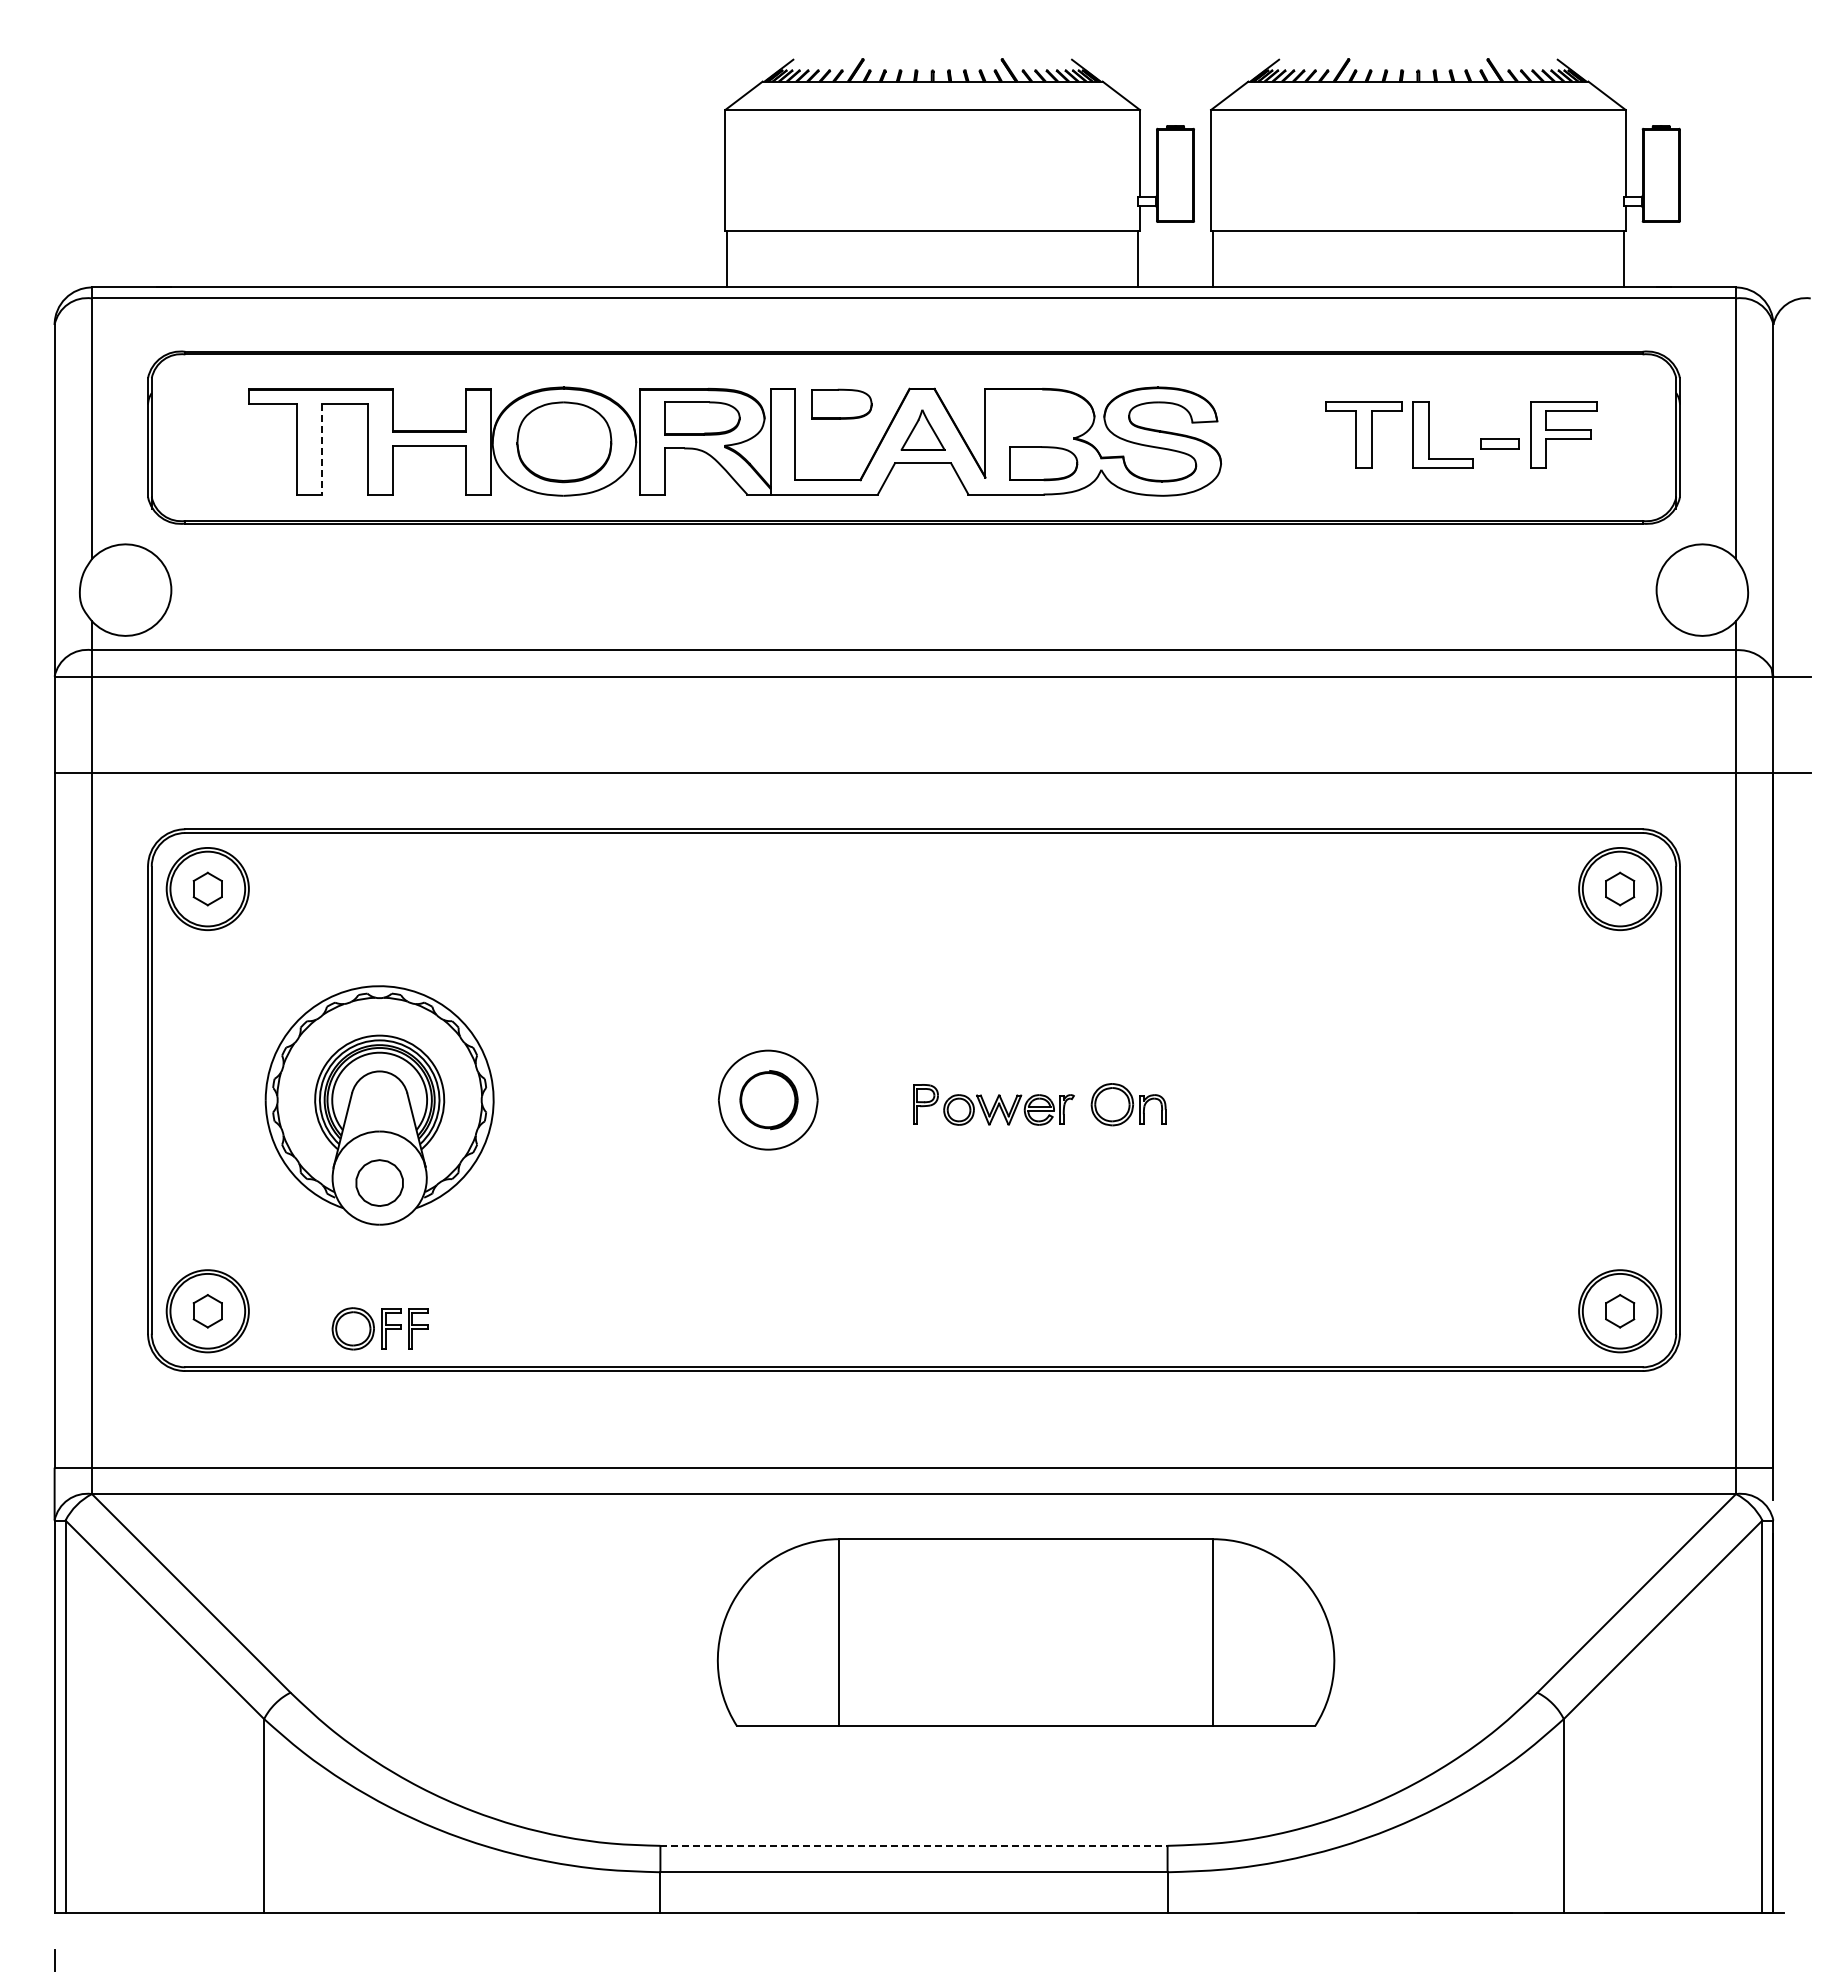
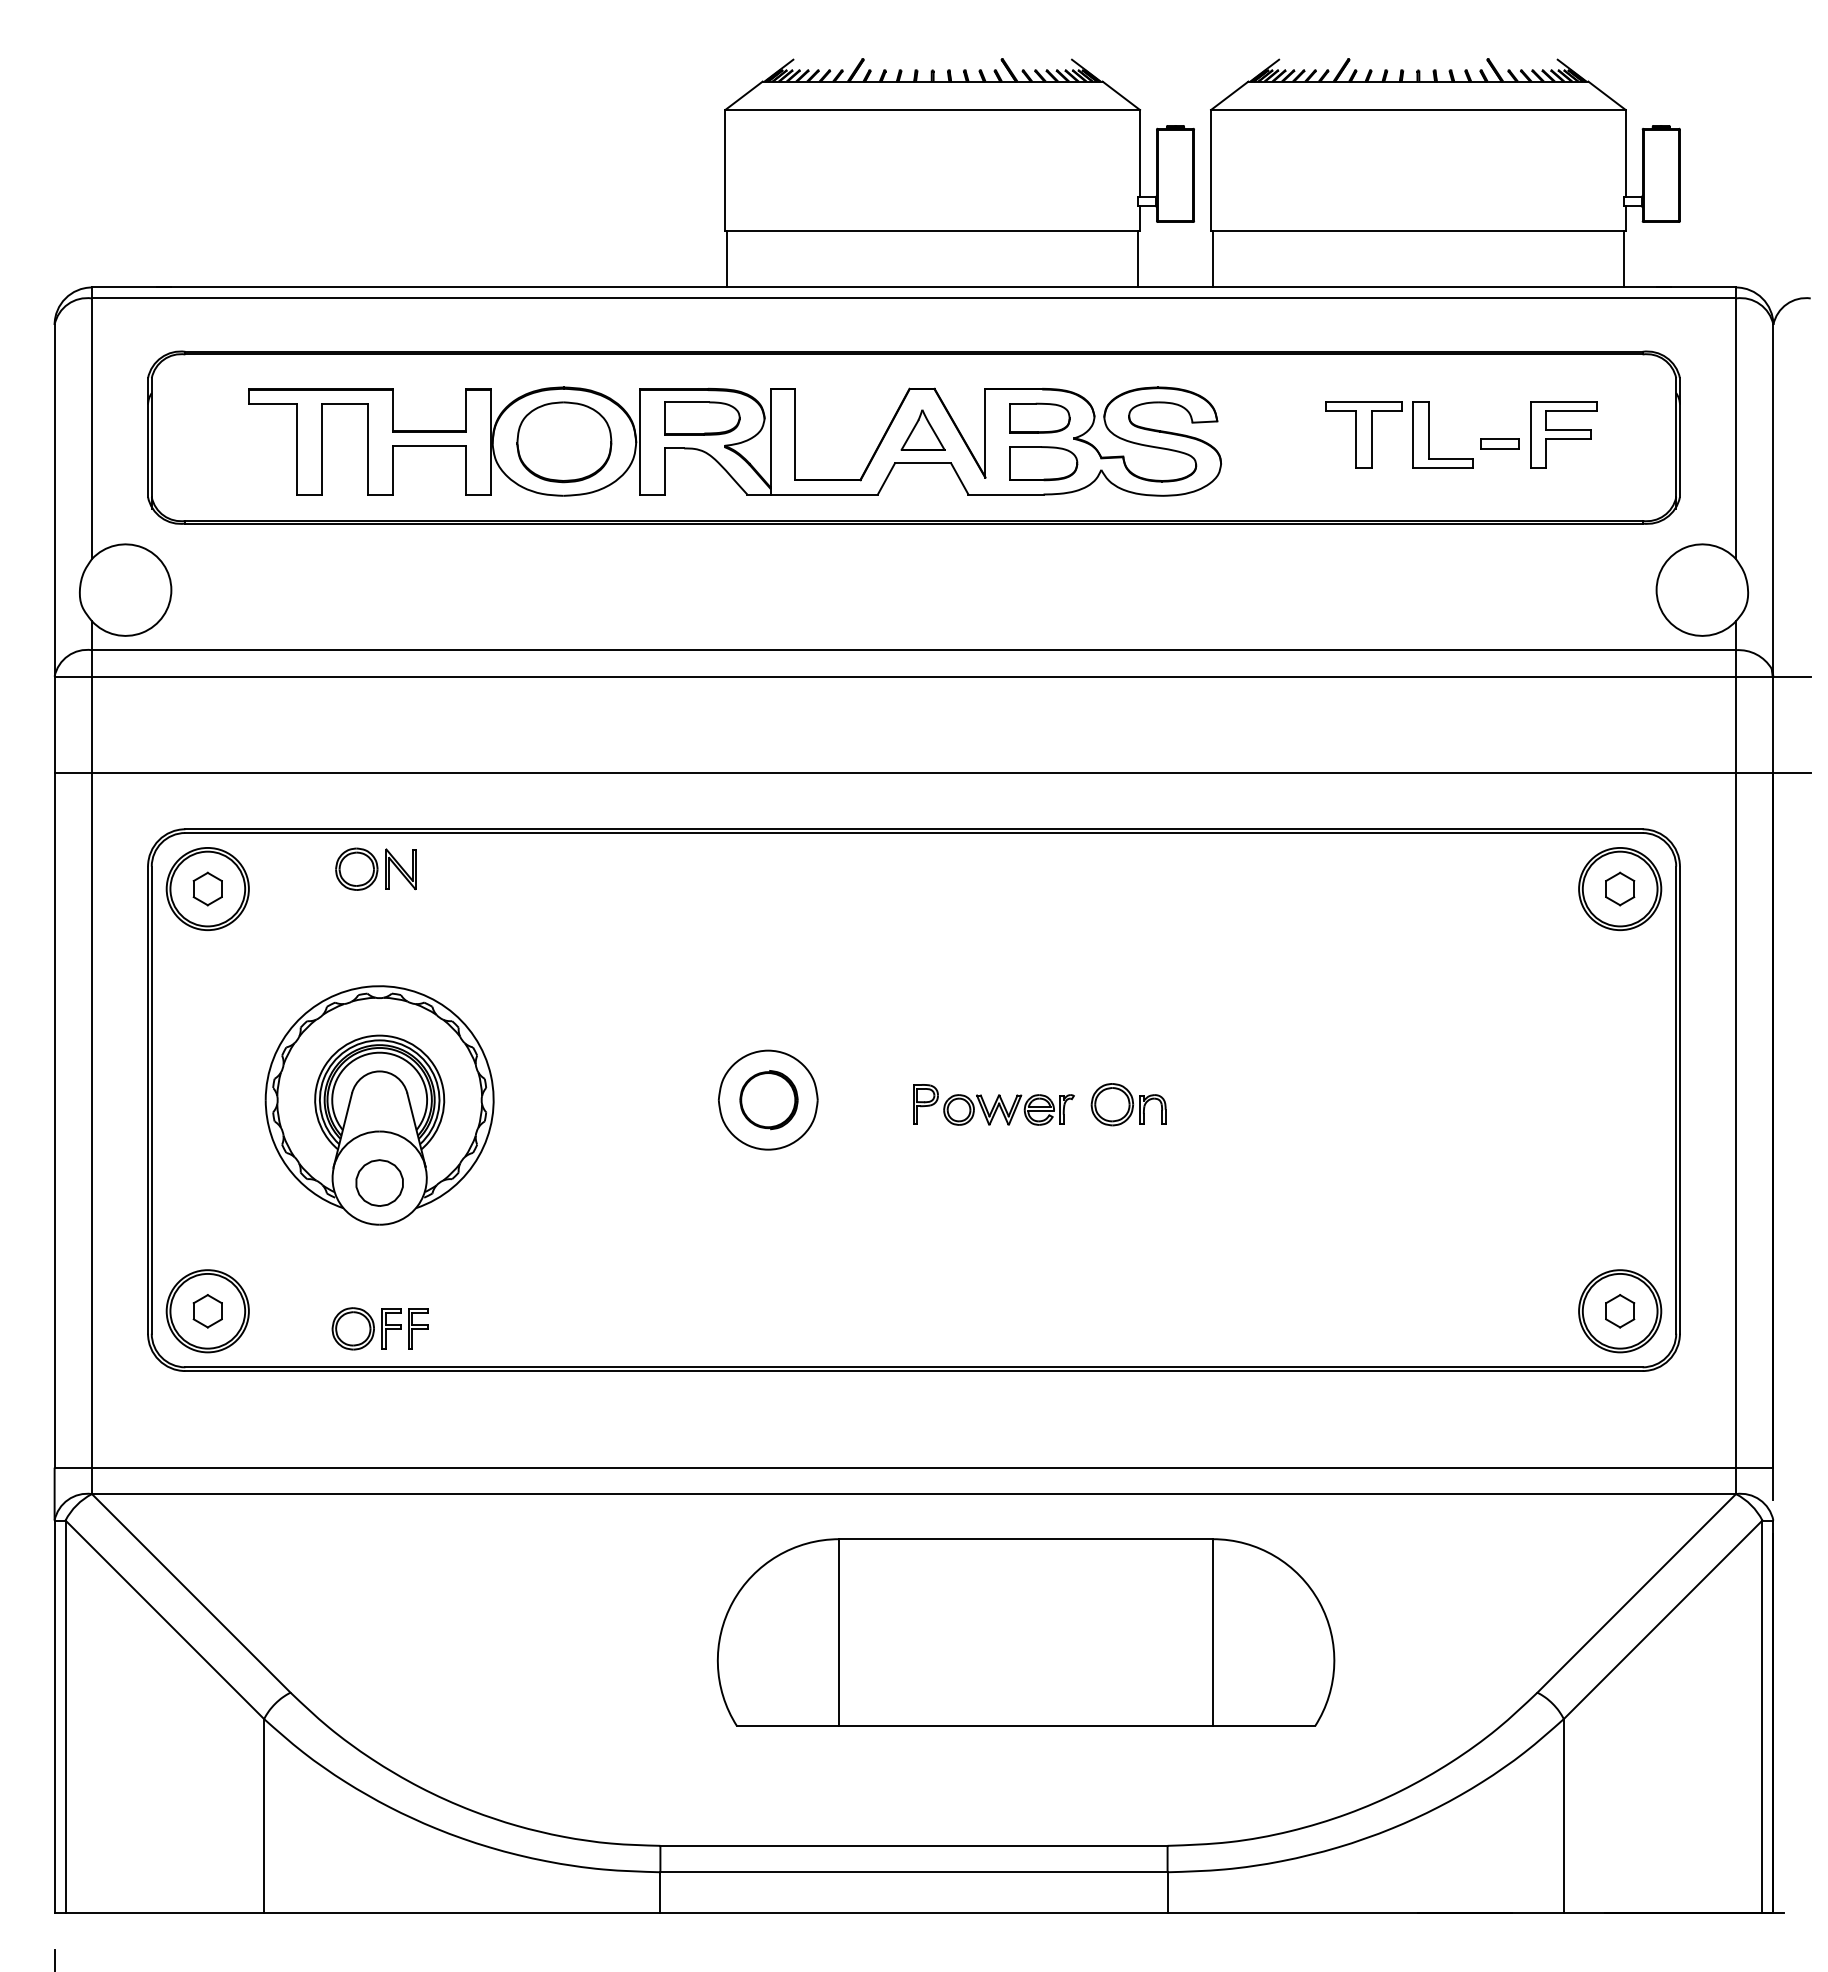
part at (841, 403) position: (841, 403) -> (1039, 417)
line at (321, 449): dashed -> solid
part at (375, 868): none -> present
line at (913, 1845): dashed -> solid
